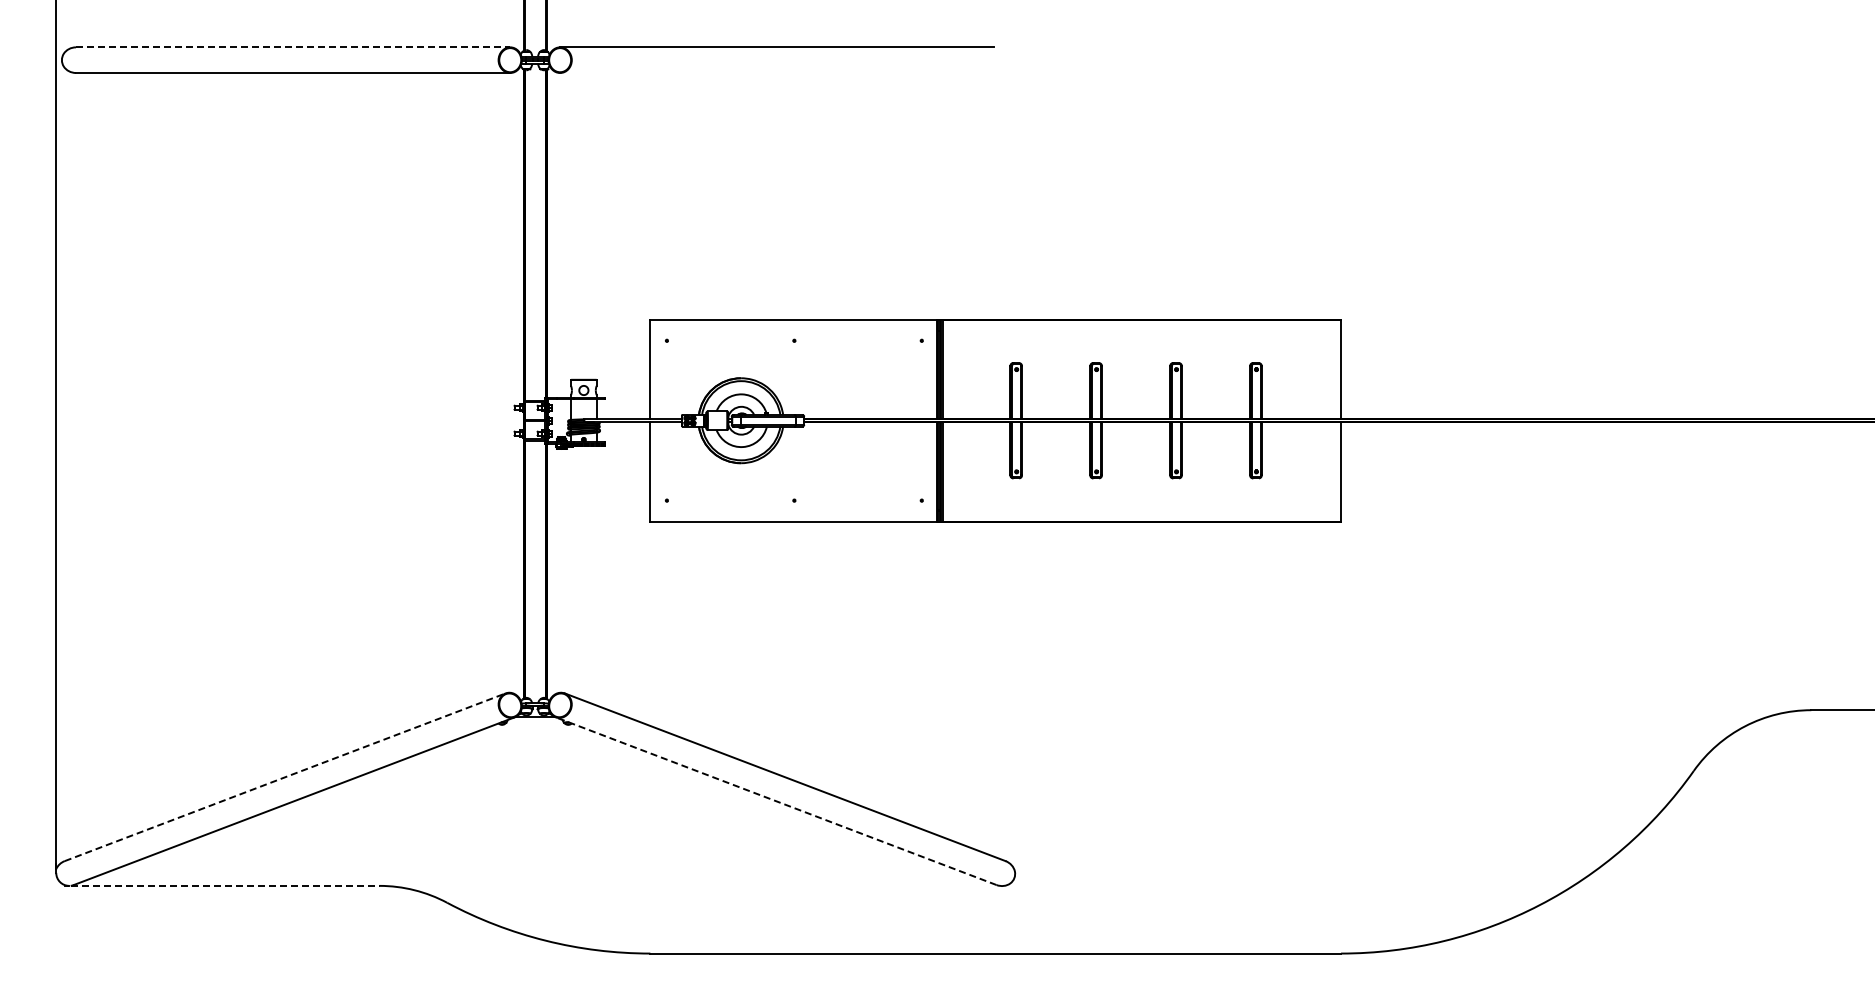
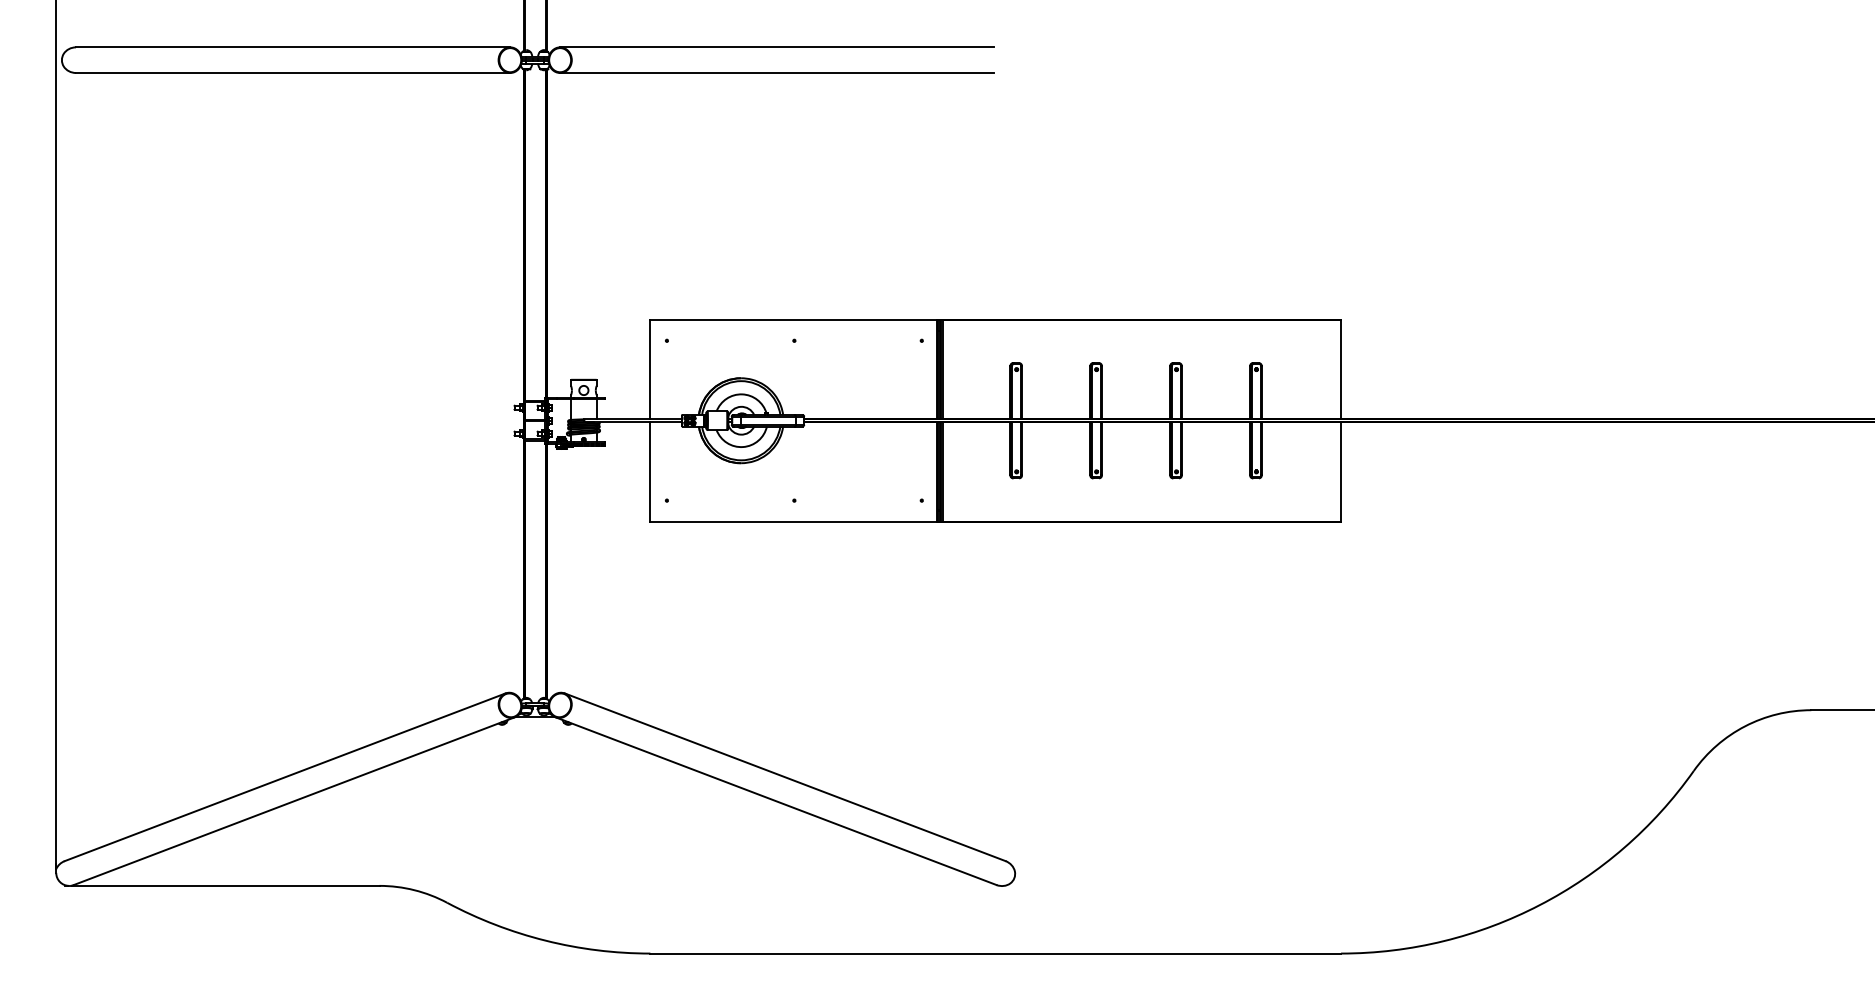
line at (293, 47): dashed -> solid
line at (777, 72): none -> present
line at (285, 777): dashed -> solid
line at (776, 801): dashed -> solid
line at (225, 885): dashed -> solid
